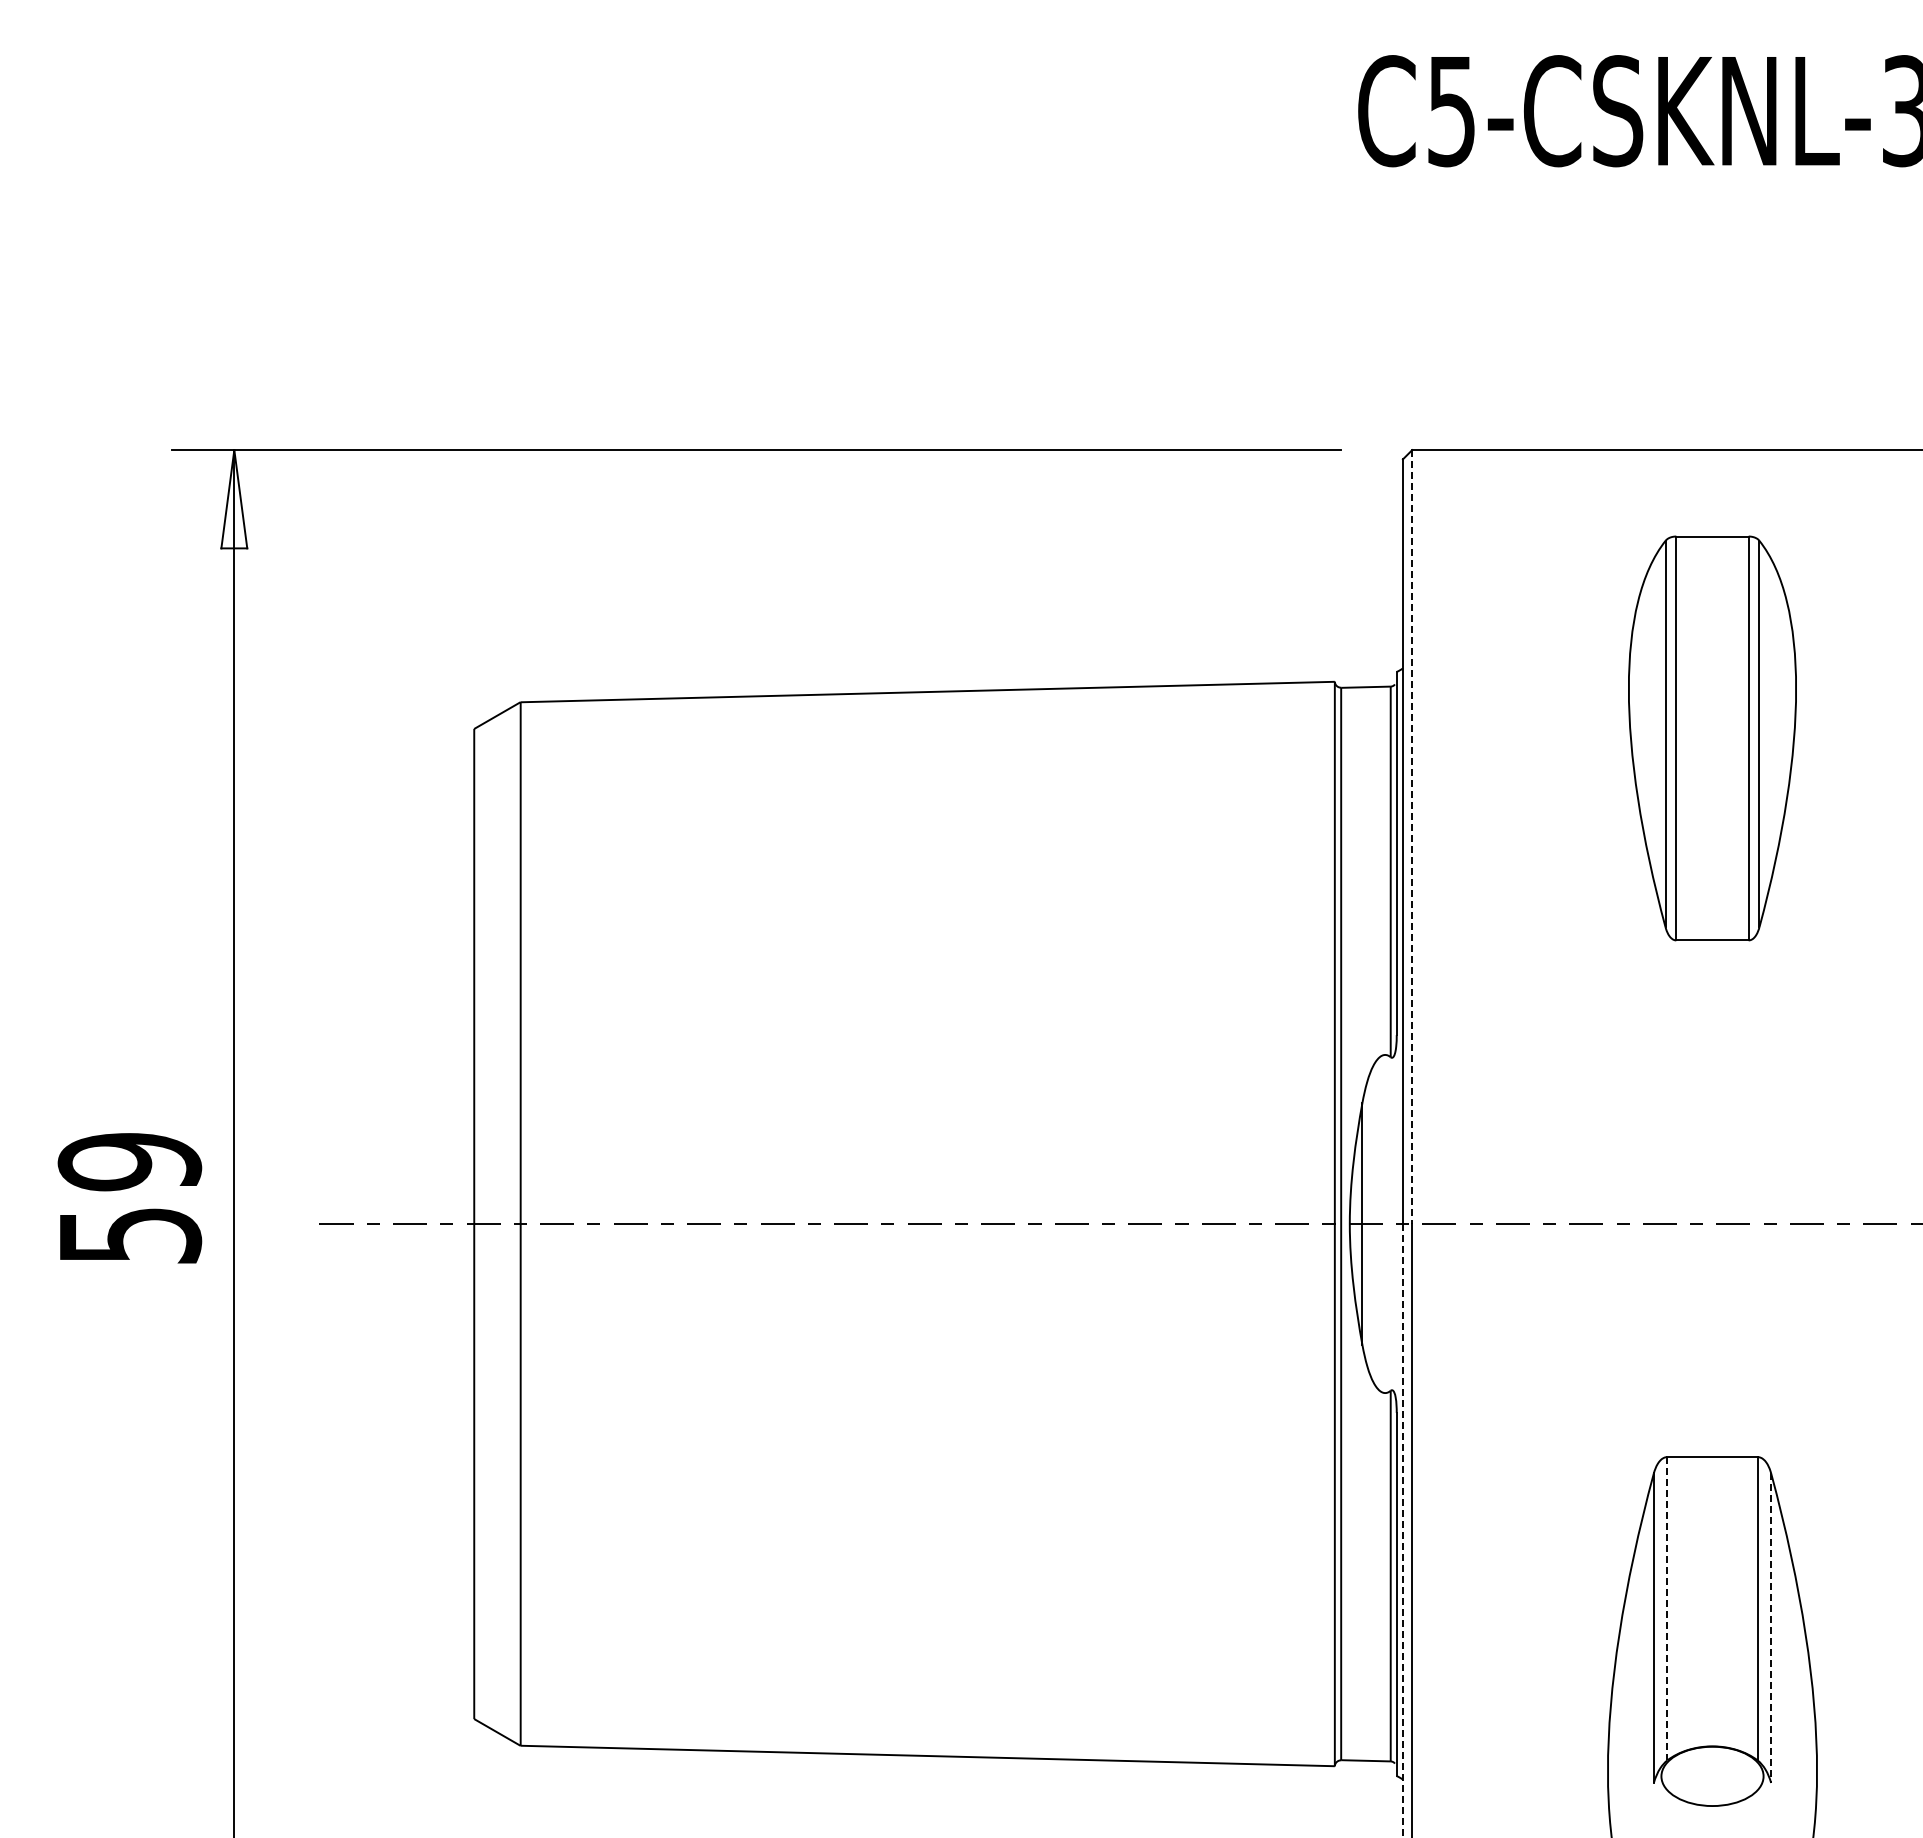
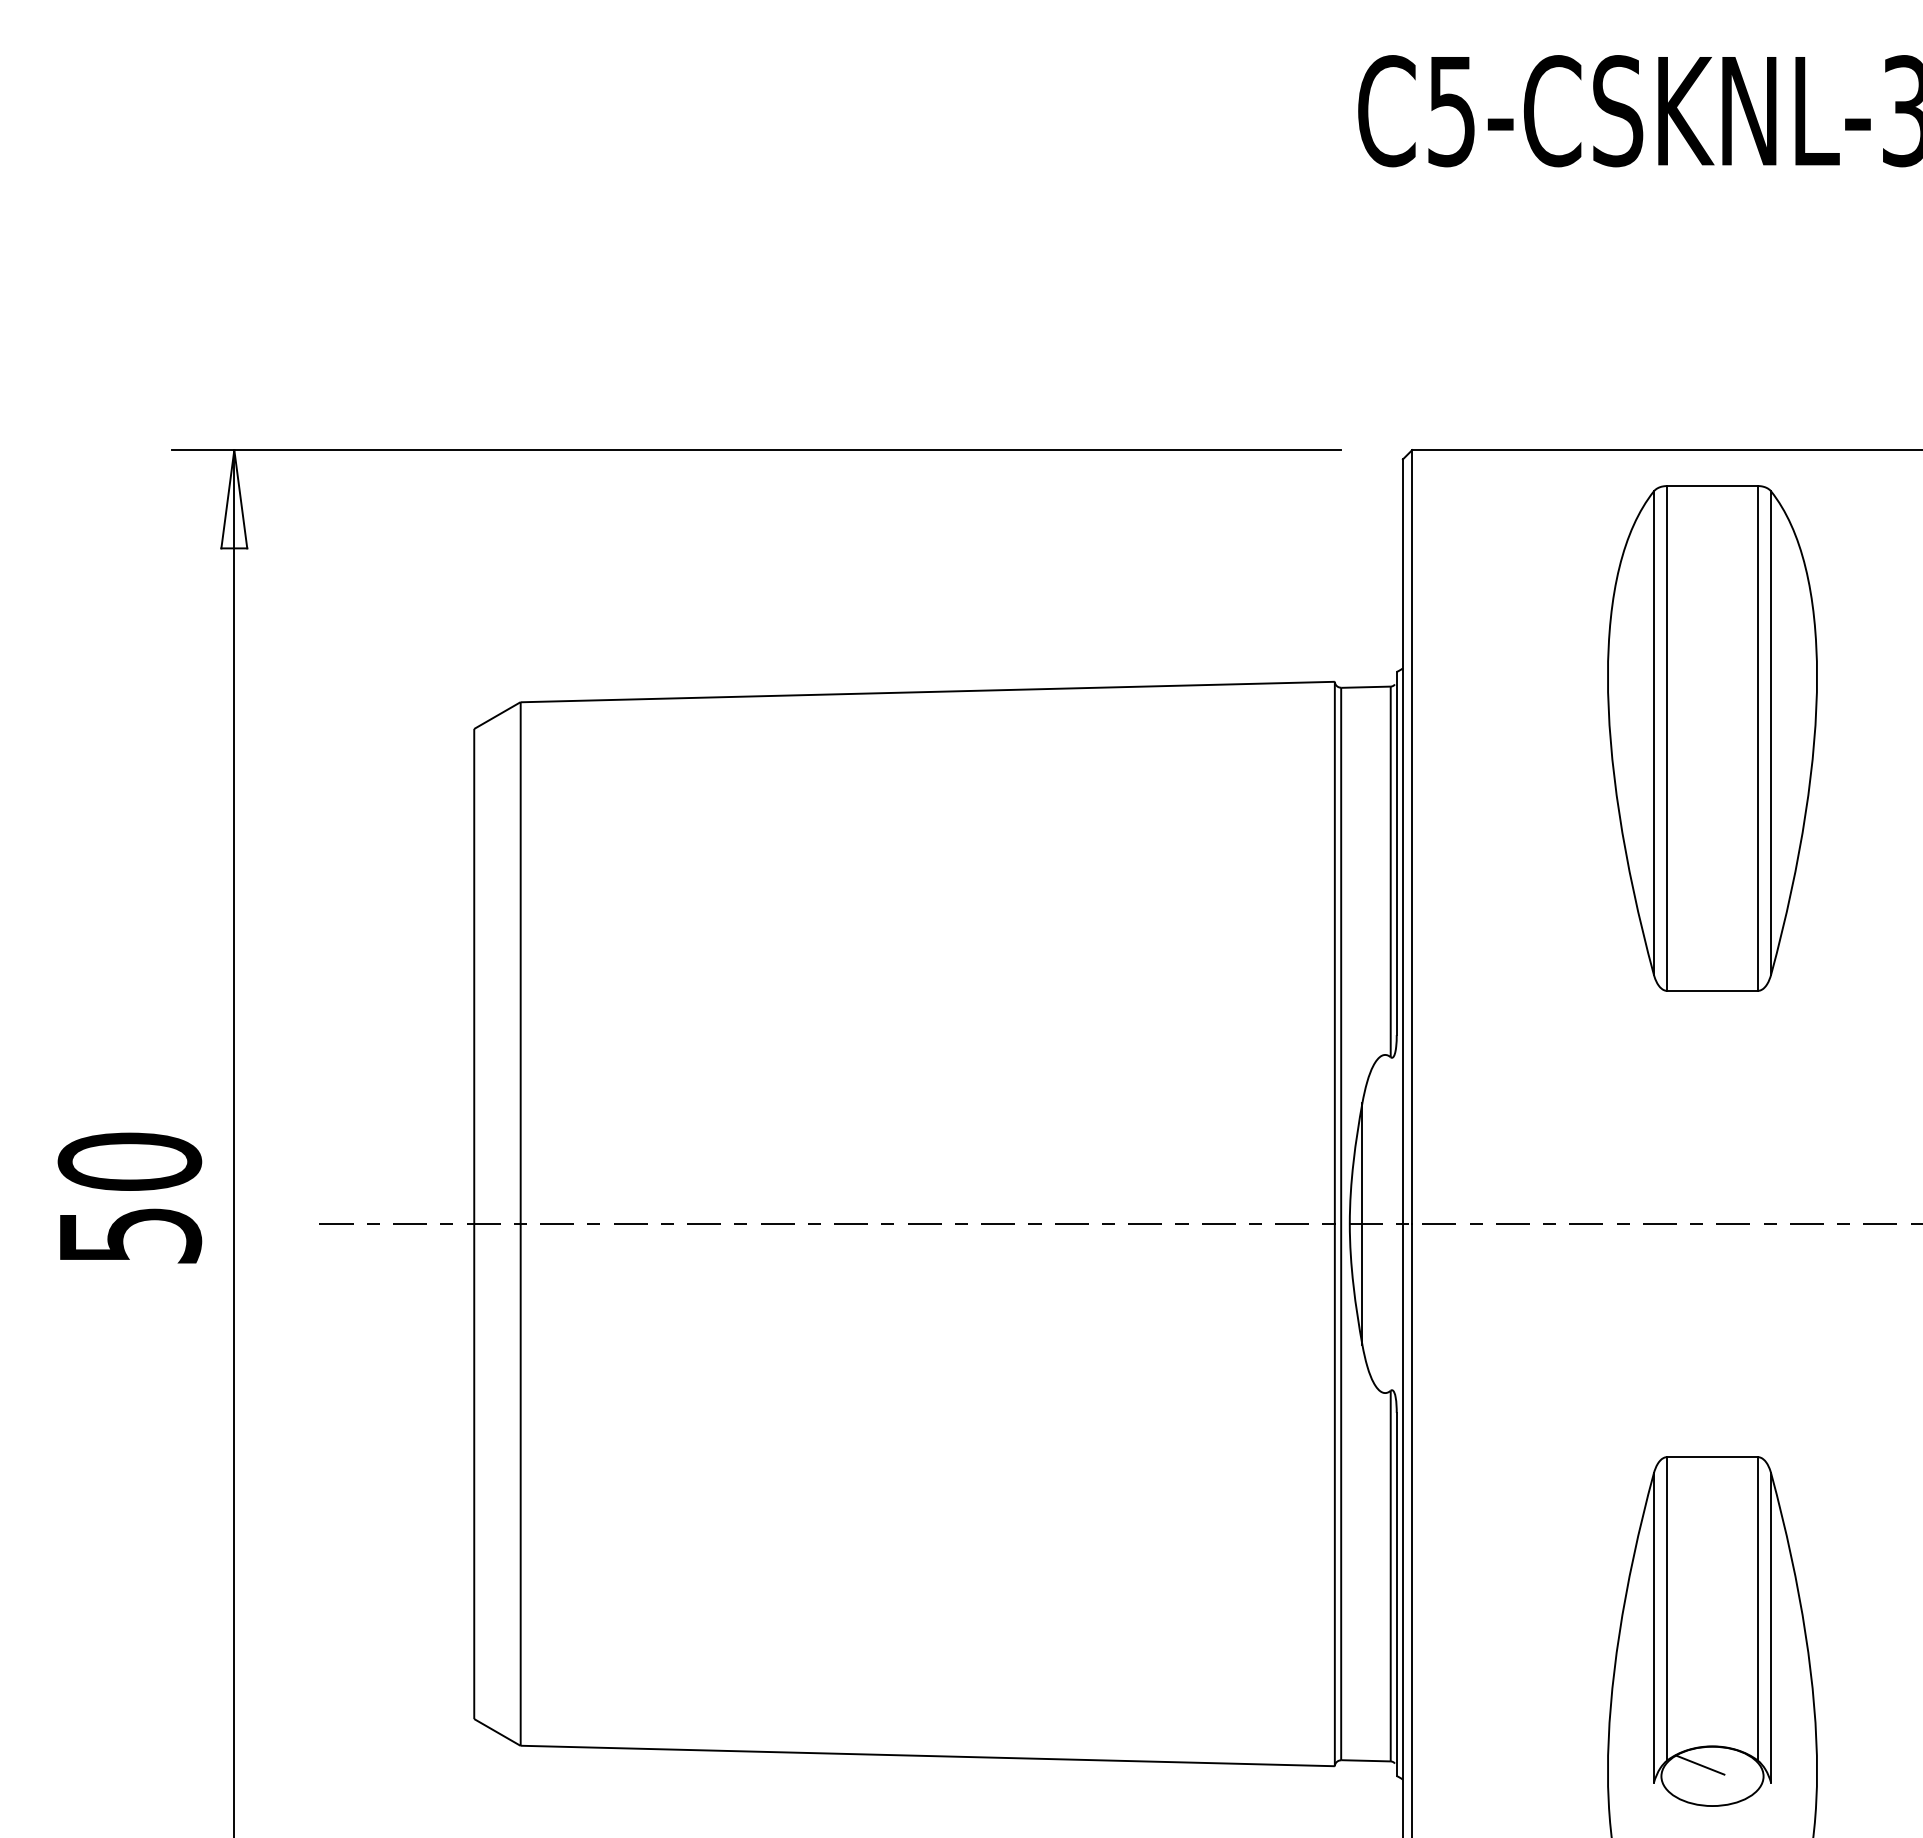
part at (1712, 738) size: 169x407 px -> 211x507 px
line at (1412, 837): dashed -> solid
text at (129, 1161): 59 -> 50
line at (1402, 1530): dashed -> solid
line at (1667, 1608): dashed -> solid
line at (1771, 1628): dashed -> solid
line at (1700, 1764): none -> present
